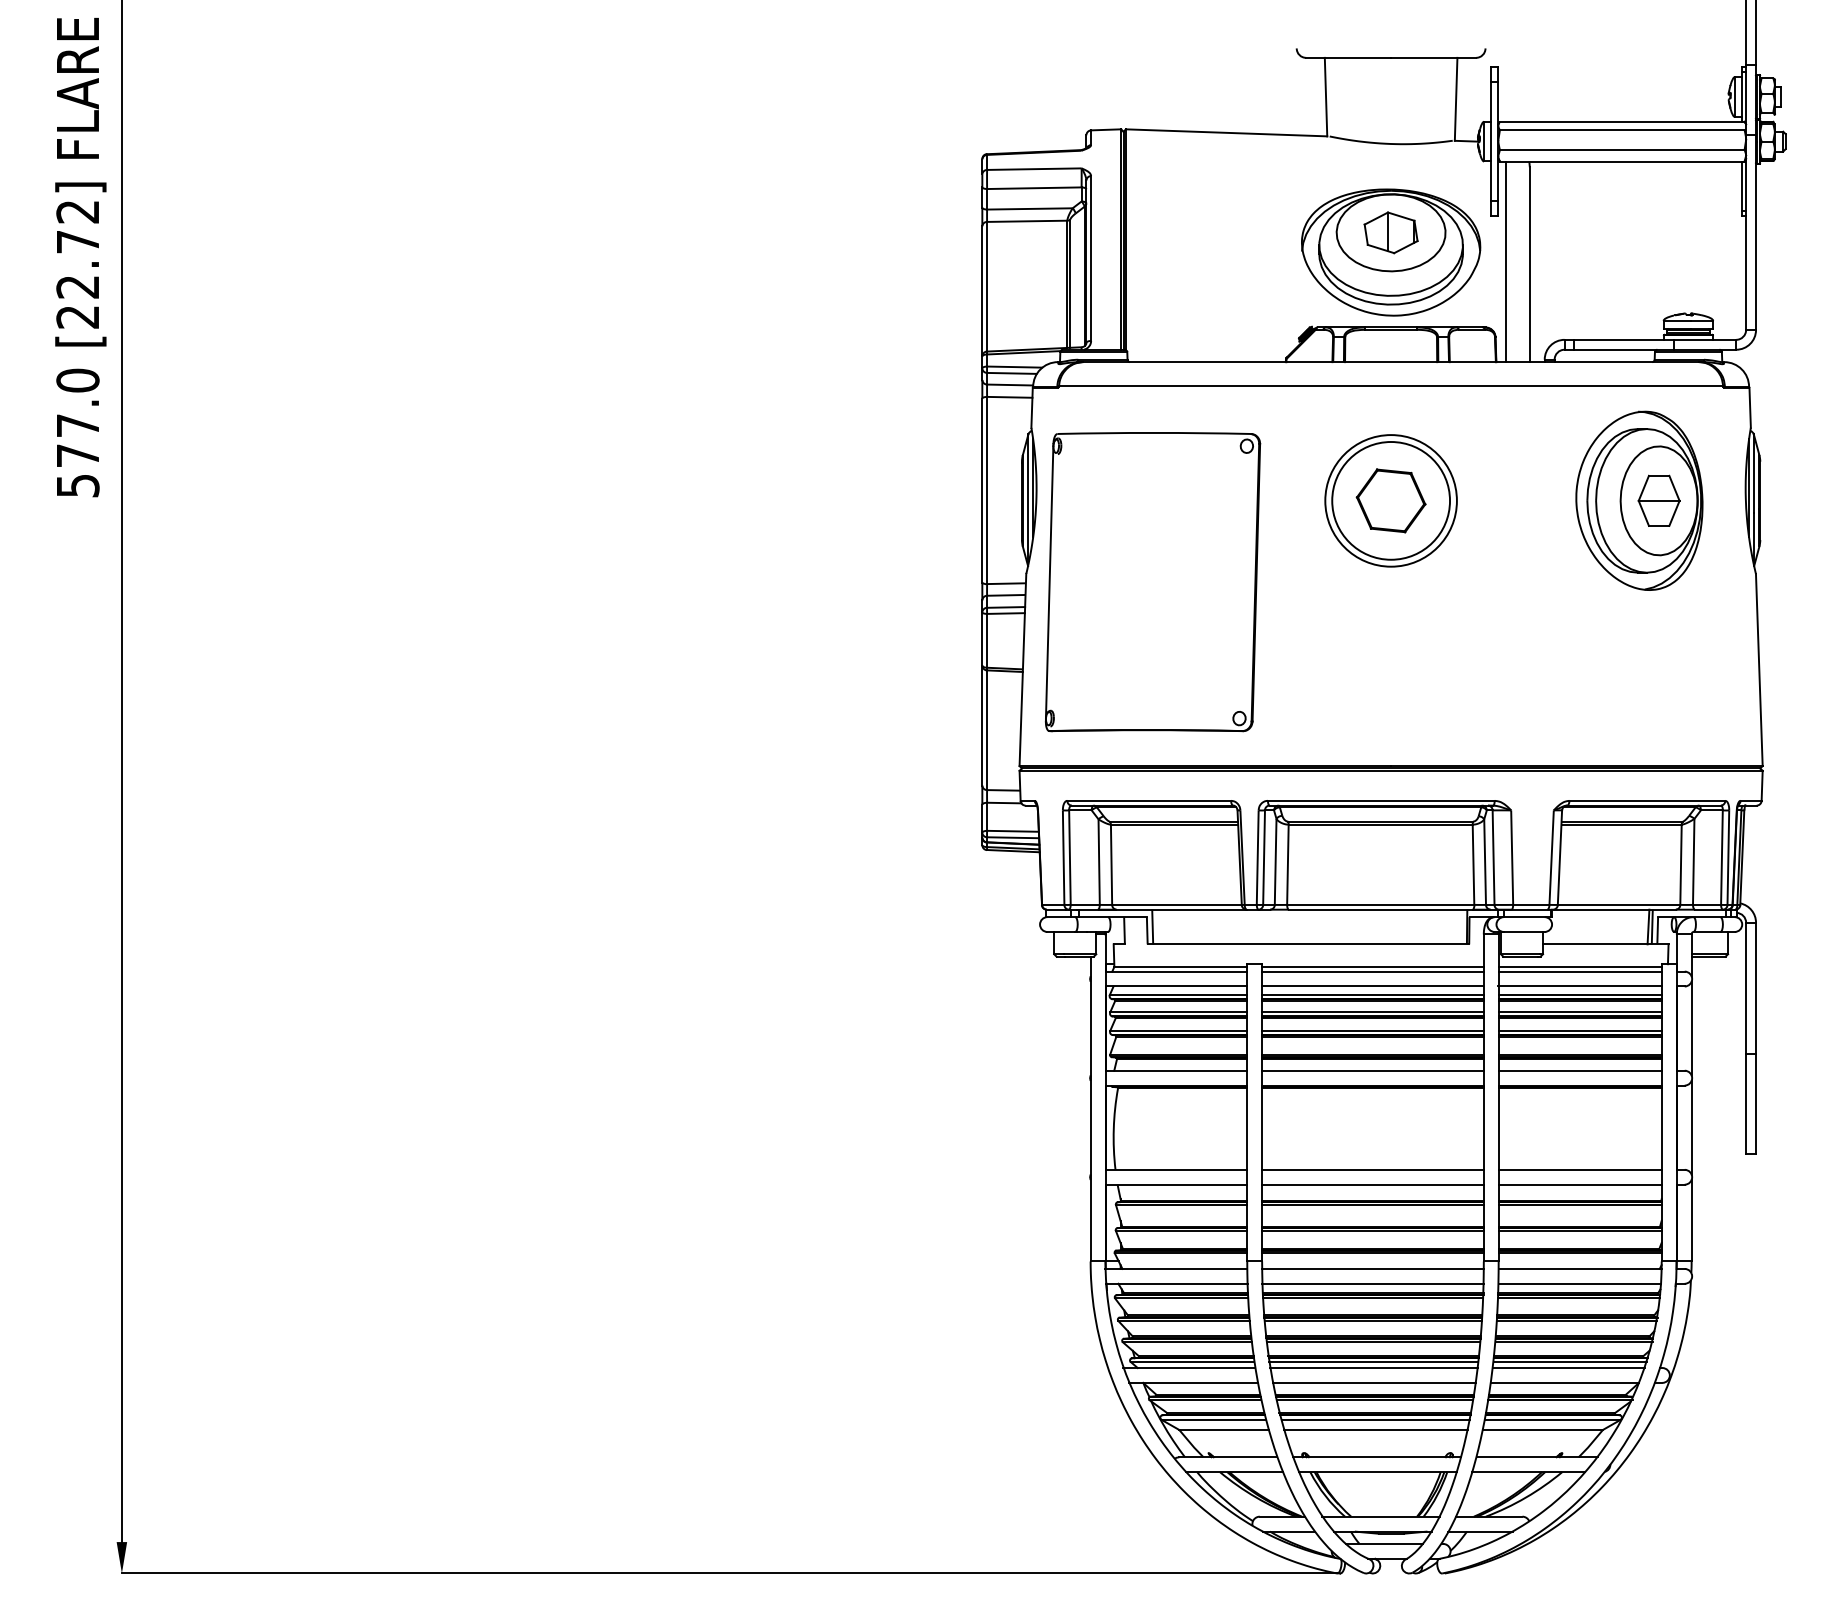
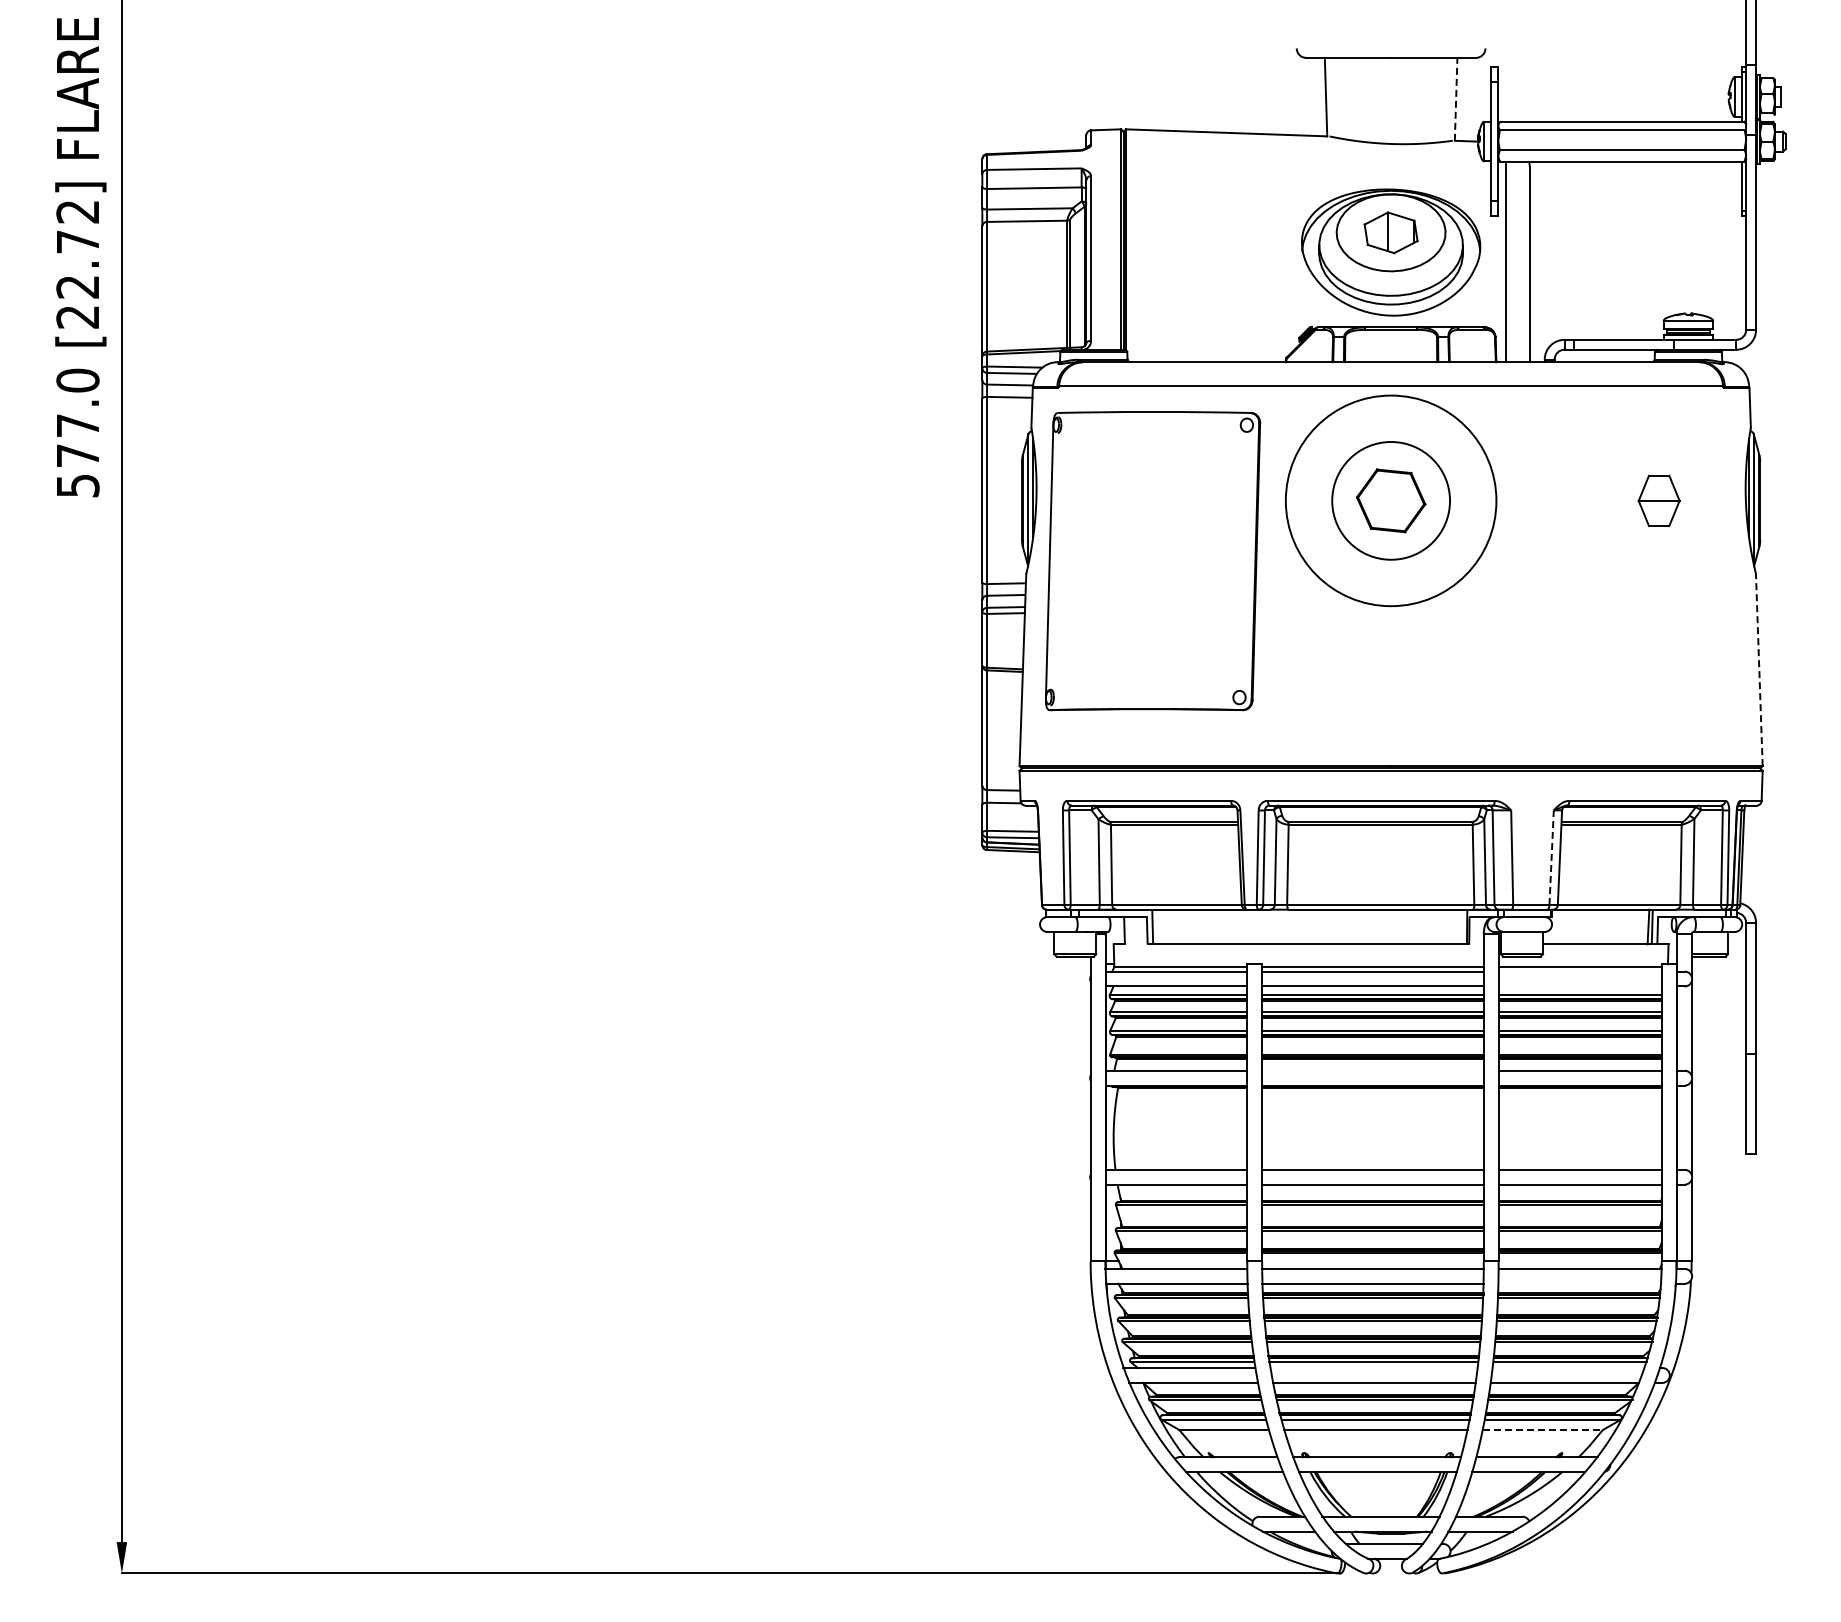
line at (1456, 98): solid -> dashed
circle at (1390, 500) diameter: 132 px -> 211 px
part at (1639, 500): present -> none
part at (1153, 582) position: (1153, 582) -> (1153, 561)
line at (1759, 669): solid -> dashed
line at (1551, 858): solid -> dashed
line at (1579, 971): present -> none
line at (1579, 986): present -> none
line at (1372, 1070): present -> none
line at (1579, 1283): present -> none
line at (1373, 1368): present -> none
line at (1568, 1368): present -> none
line at (1542, 1429): solid -> dashed
